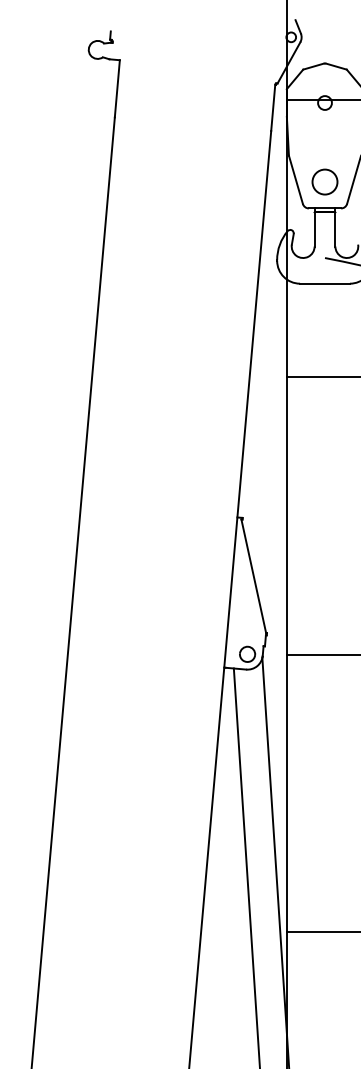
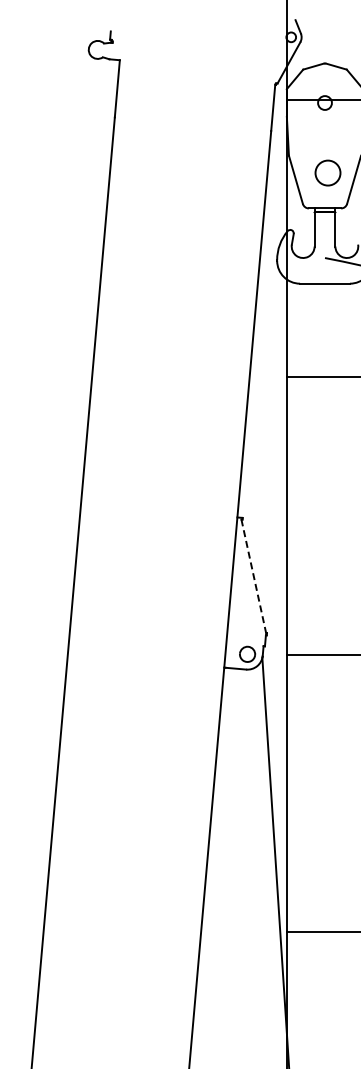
circle at (324, 181) position: (324, 181) -> (327, 172)
line at (253, 576): solid -> dashed
line at (246, 866): present -> none
